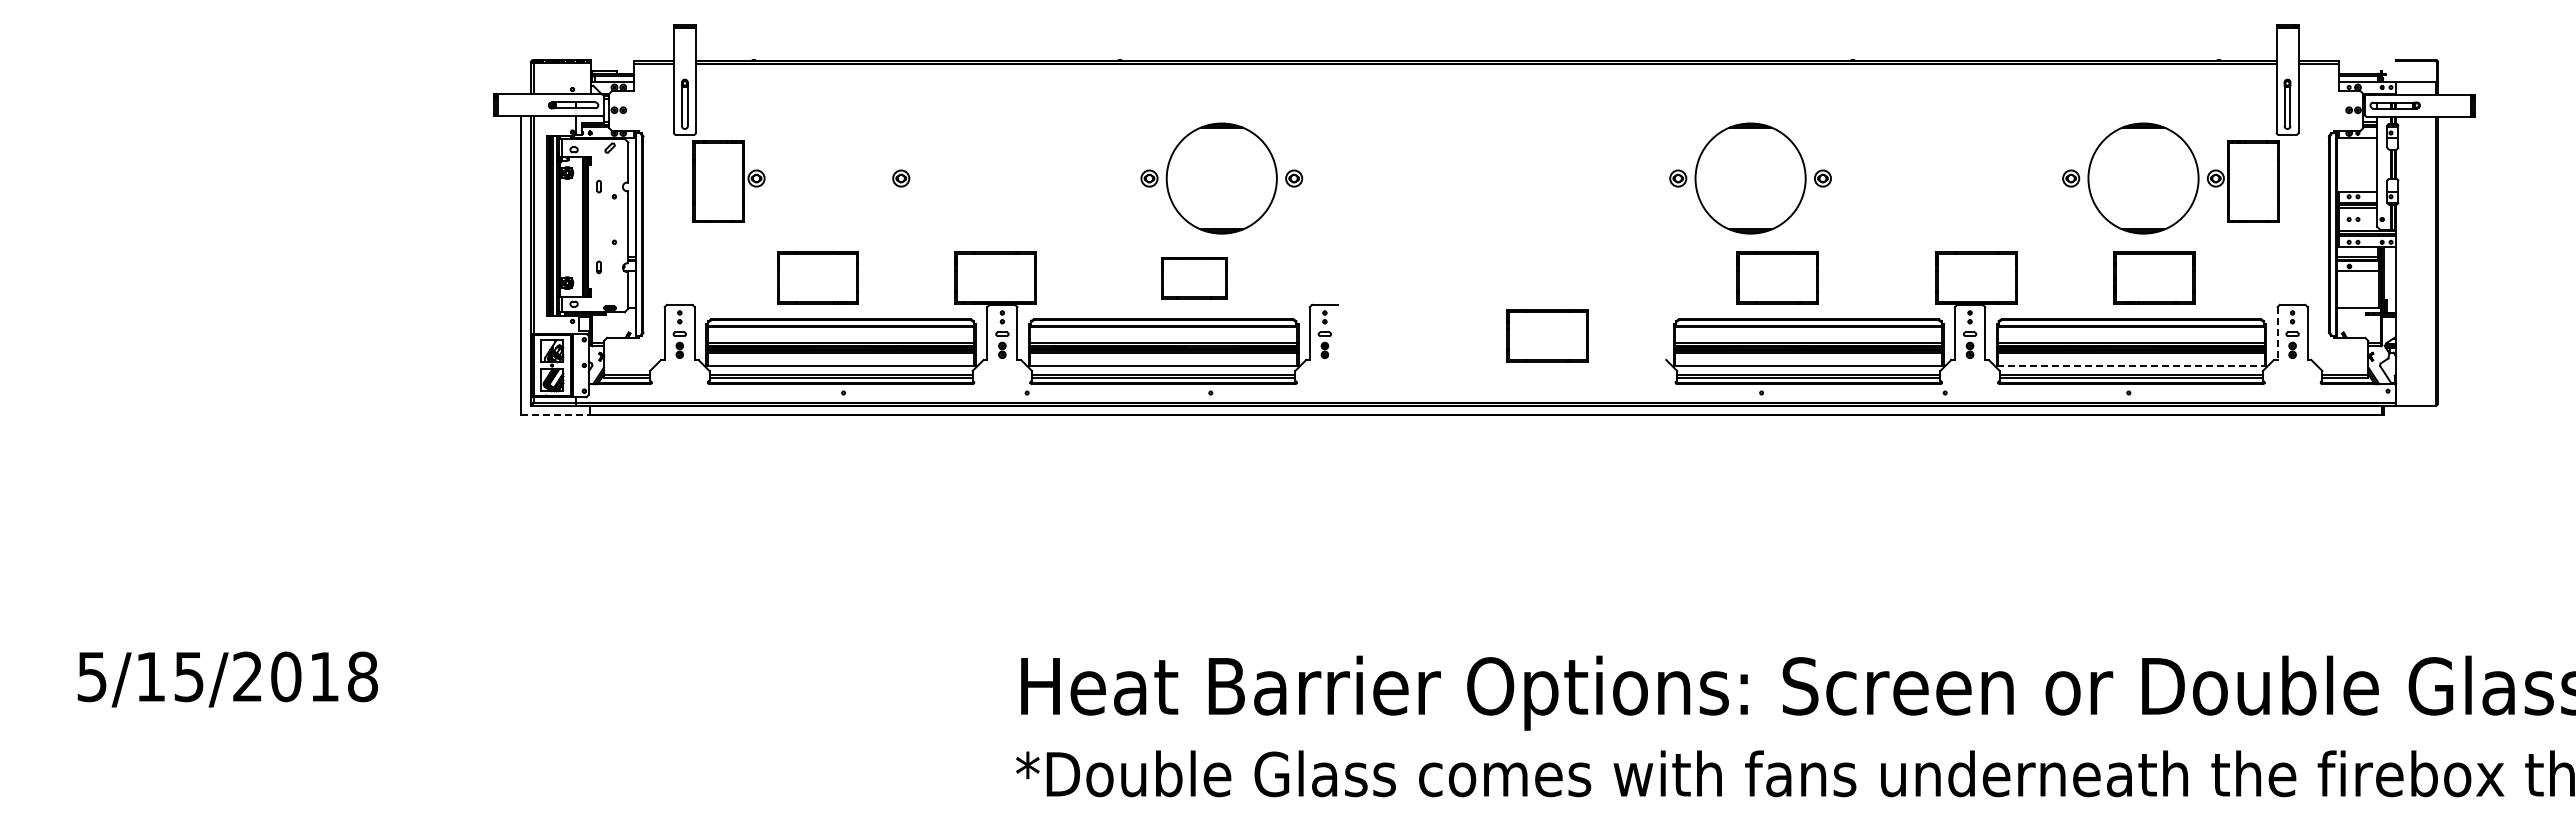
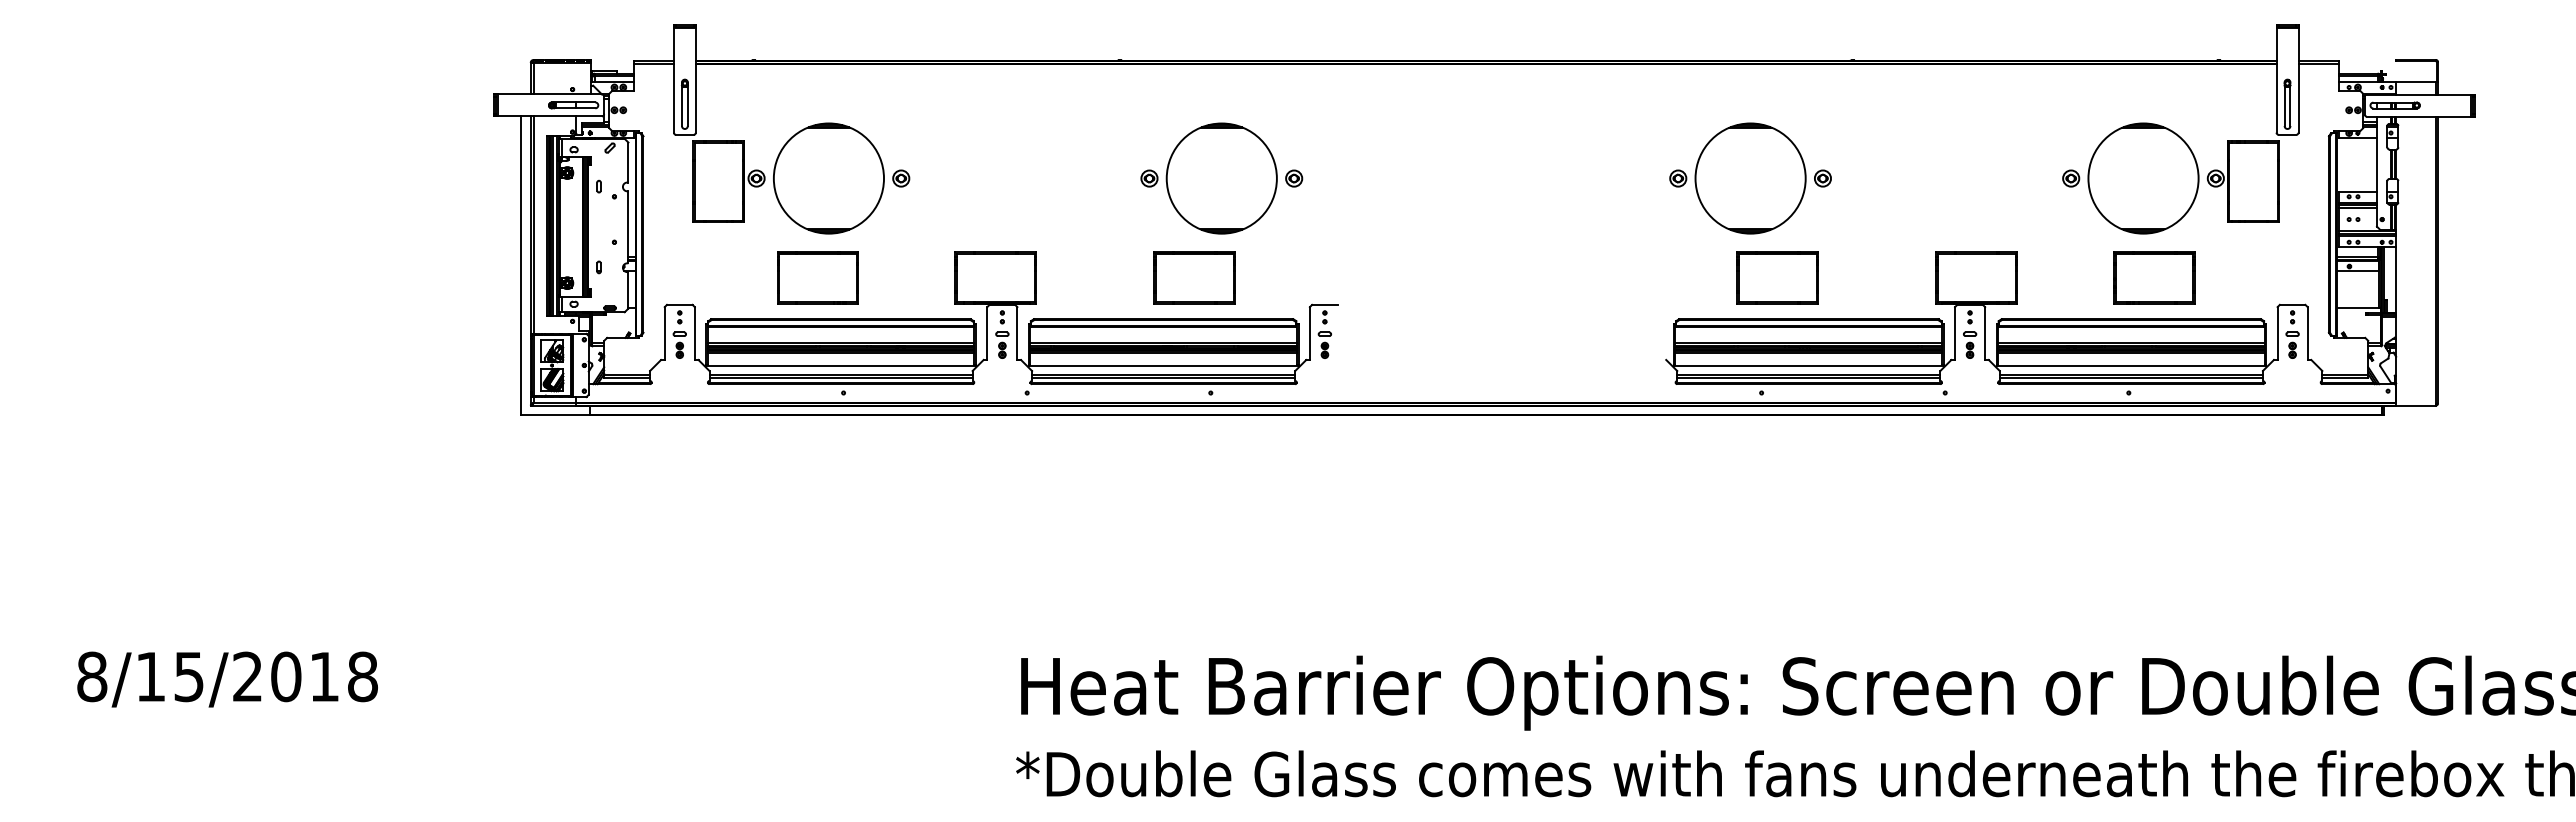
part at (828, 178): none -> present
part at (1194, 278) size: 67x43 px -> 83x54 px
line at (2277, 334): dashed -> solid
part at (1547, 335): present -> none
line at (2131, 365): dashed -> solid
line at (555, 415): dashed -> solid
text at (92, 676): 5/15/2018 -> 8/15/2018
